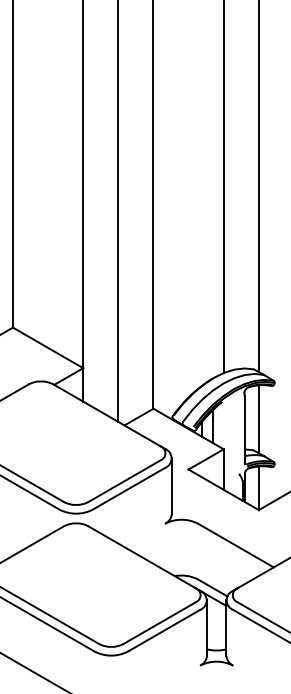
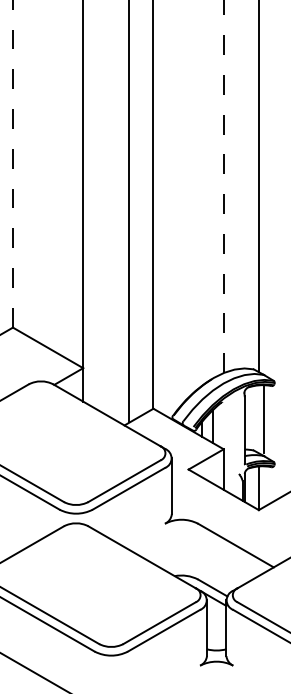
line at (12, 163): solid -> dashed
line at (223, 186): solid -> dashed
line at (118, 211) position: (118, 211) -> (129, 211)
line at (258, 419) position: (258, 419) -> (263, 419)
